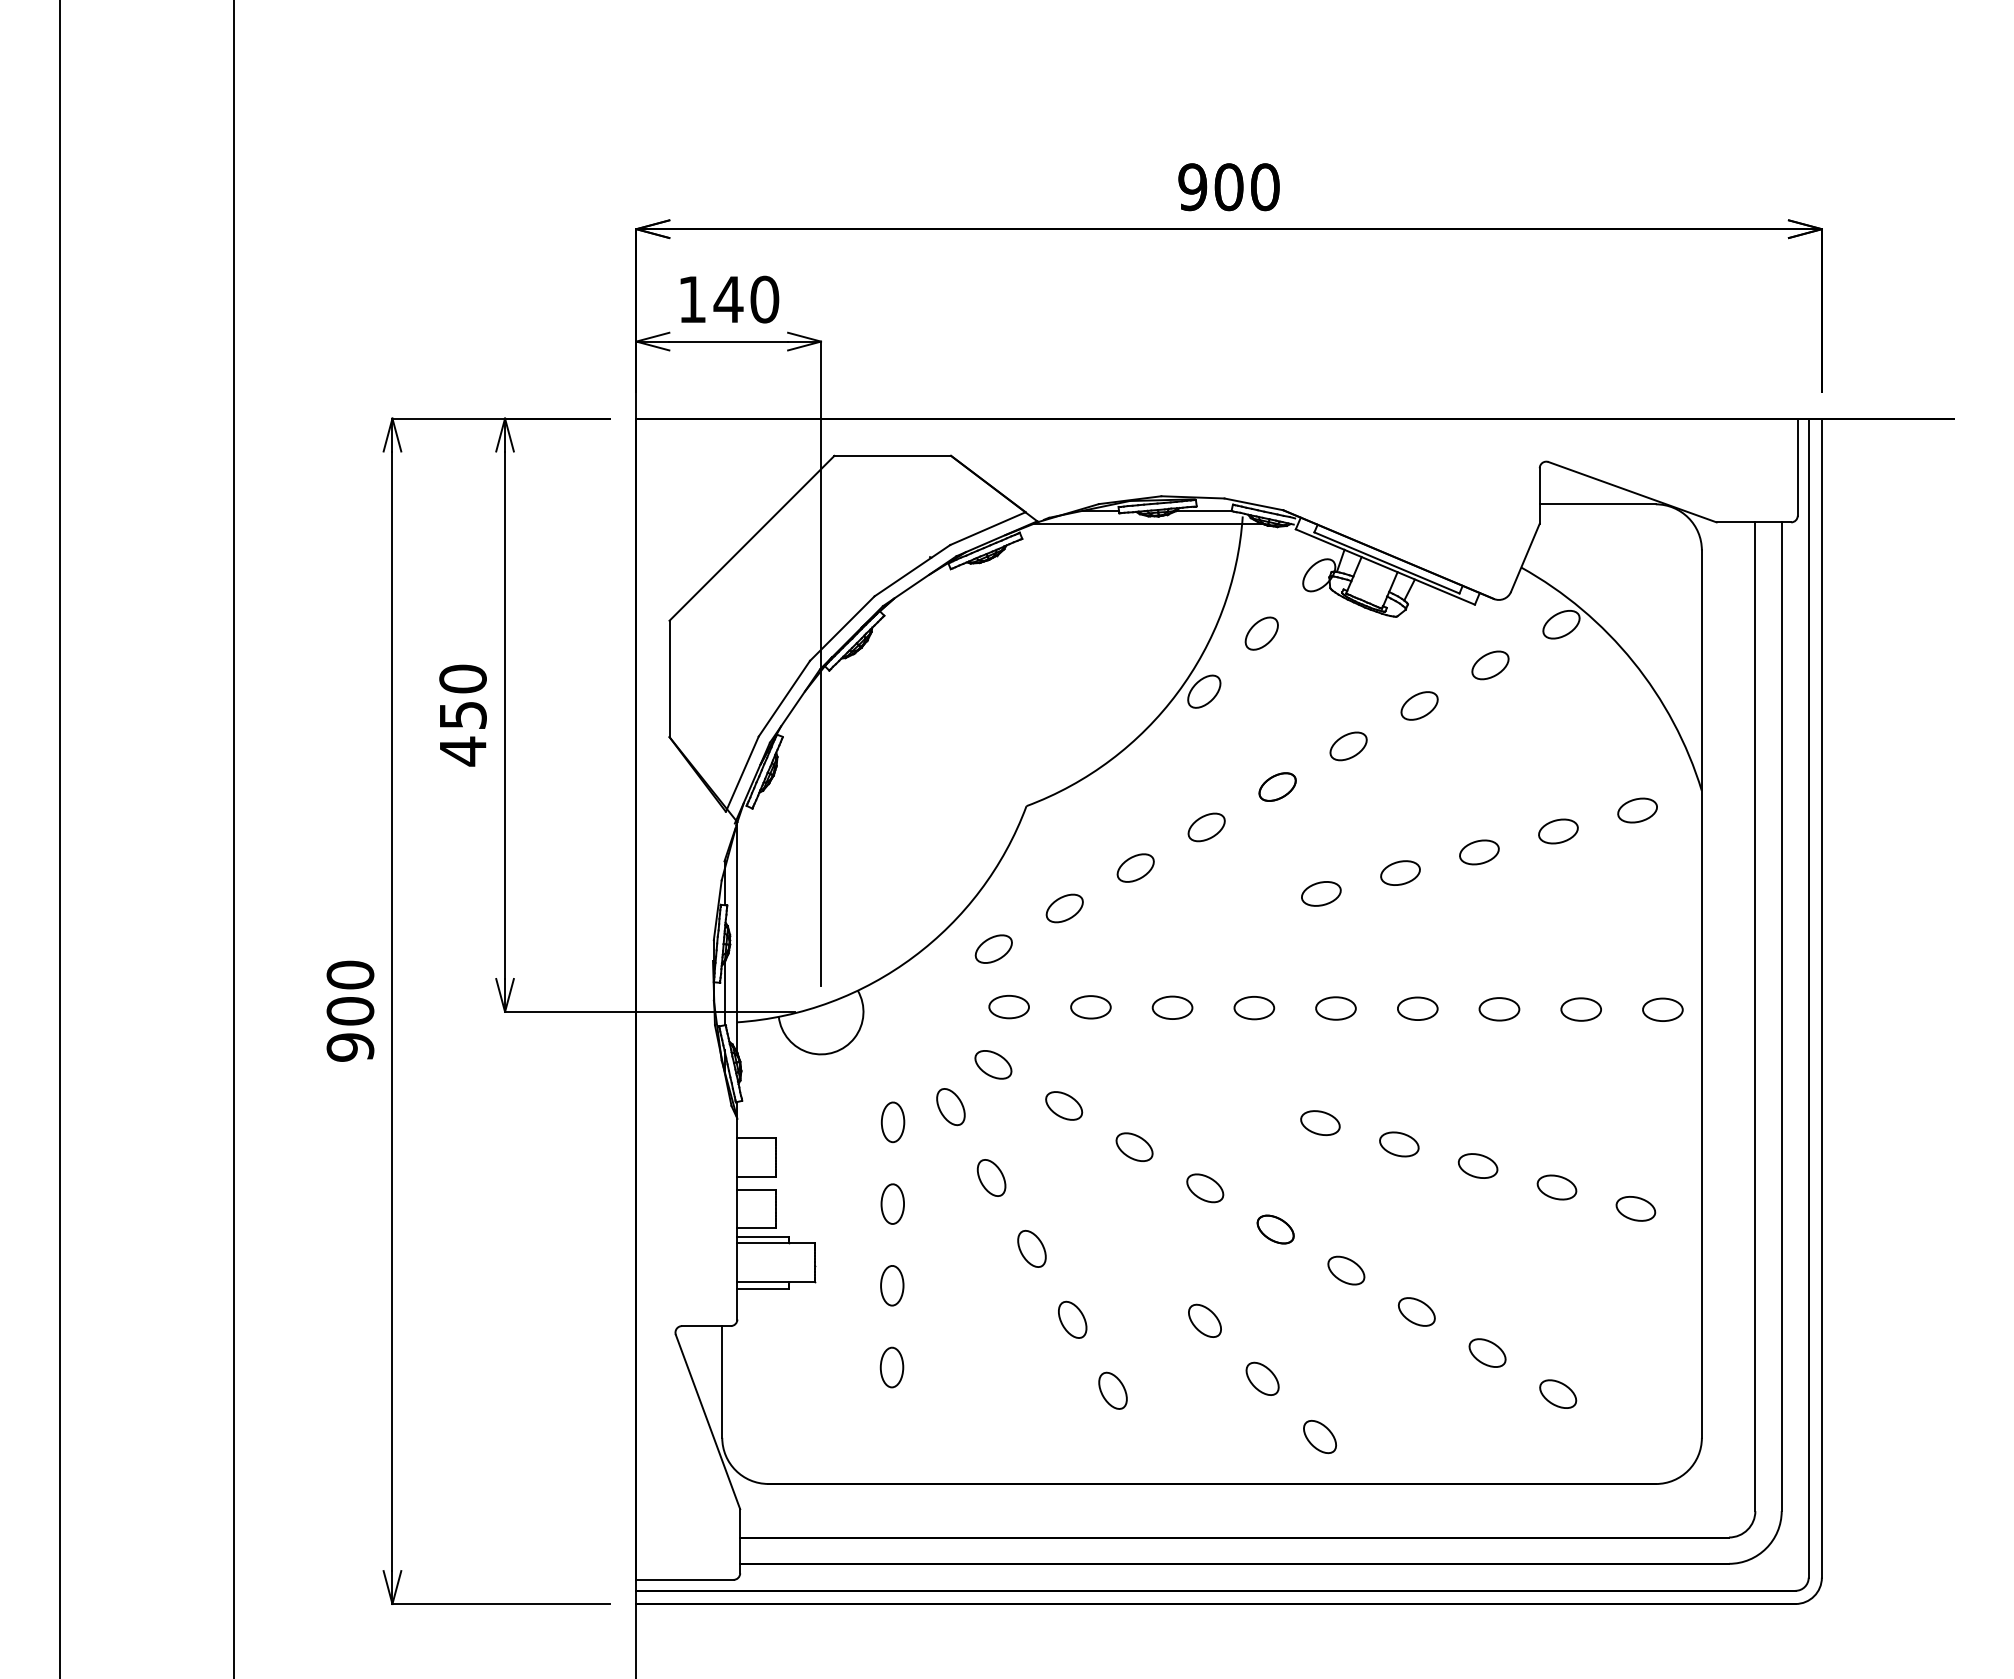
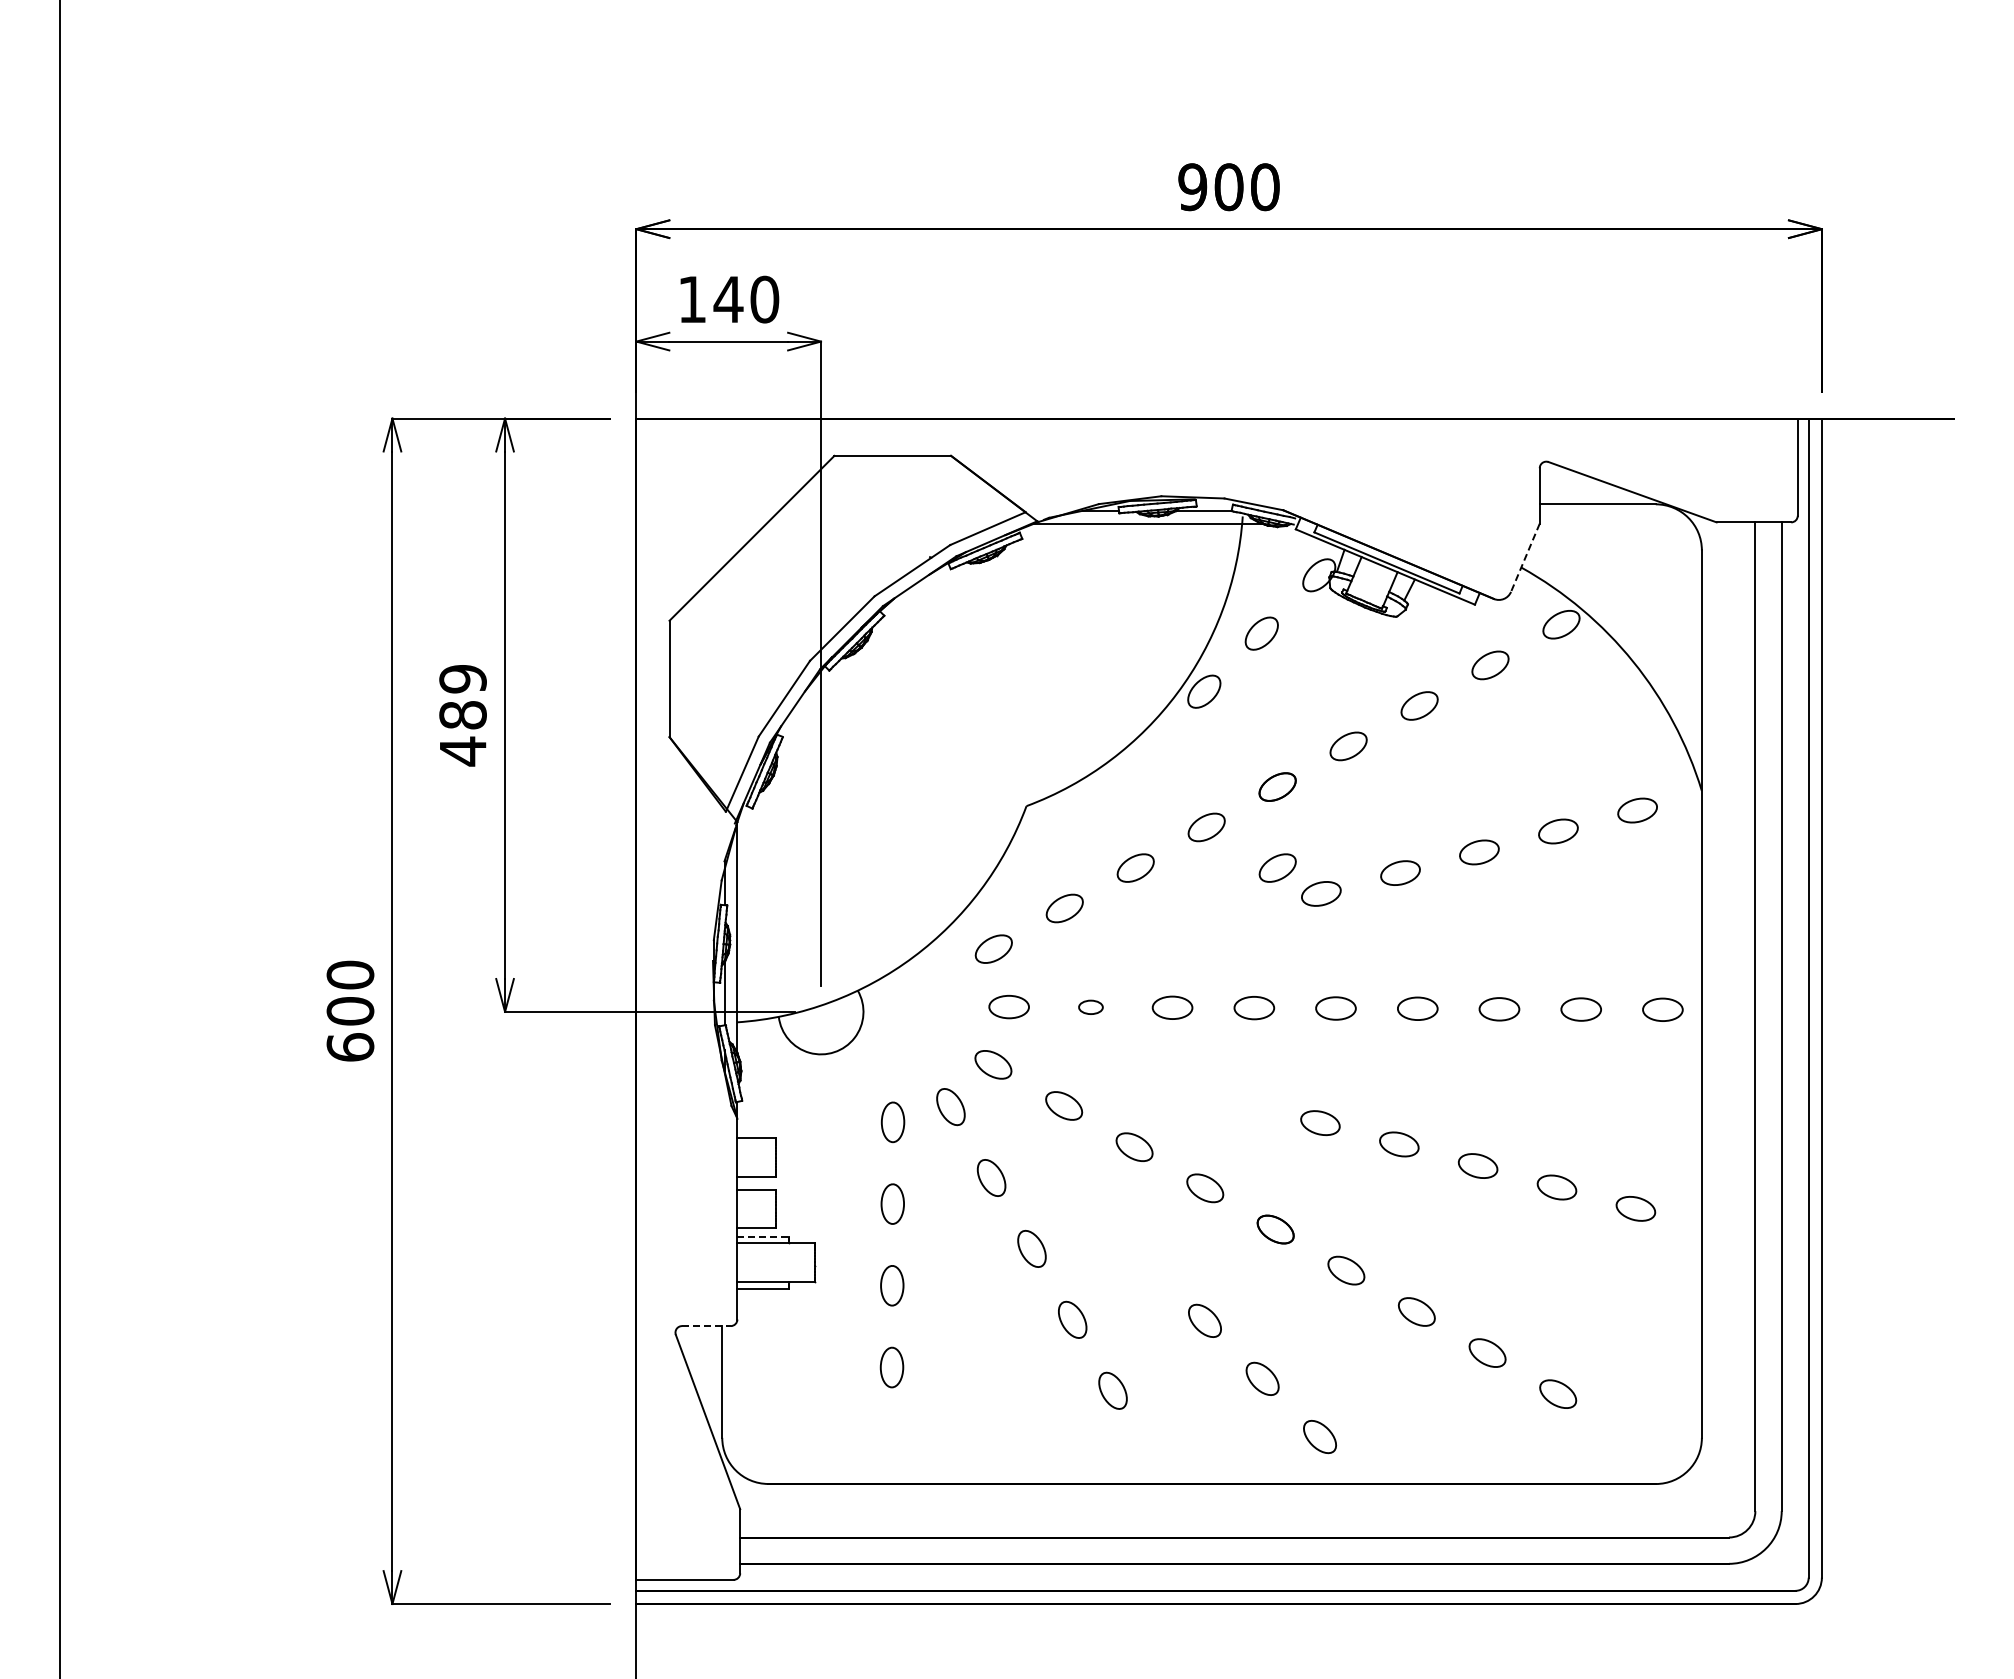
line at (1525, 558): solid -> dashed
text at (462, 696): 450 -> 489
line at (233, 838): present -> none
part at (1277, 867): none -> present
part at (1090, 1007) size: 42x25 px -> 26x16 px
text at (350, 1047): 900 -> 600
line at (763, 1236): solid -> dashed
line at (706, 1326): solid -> dashed
